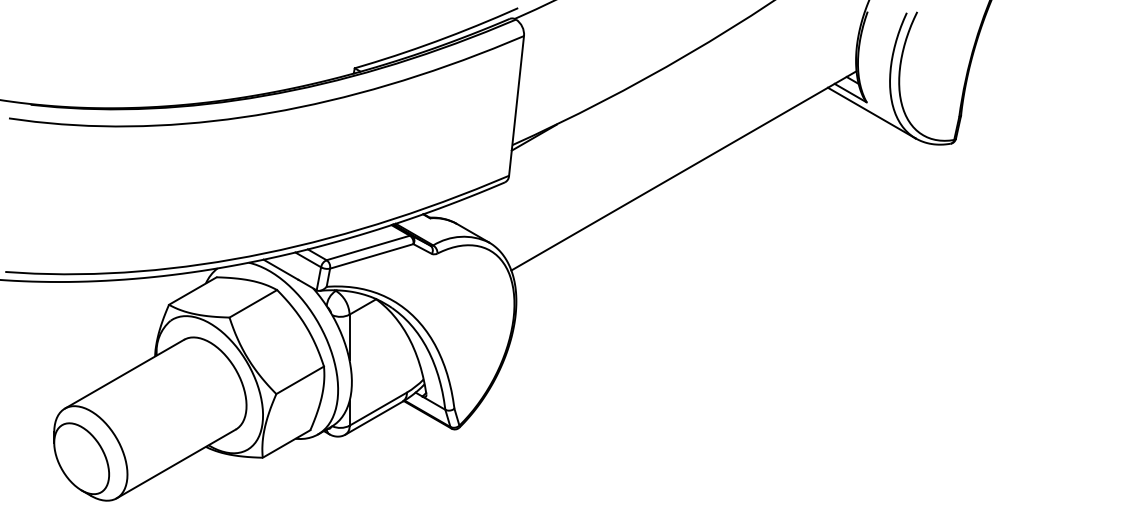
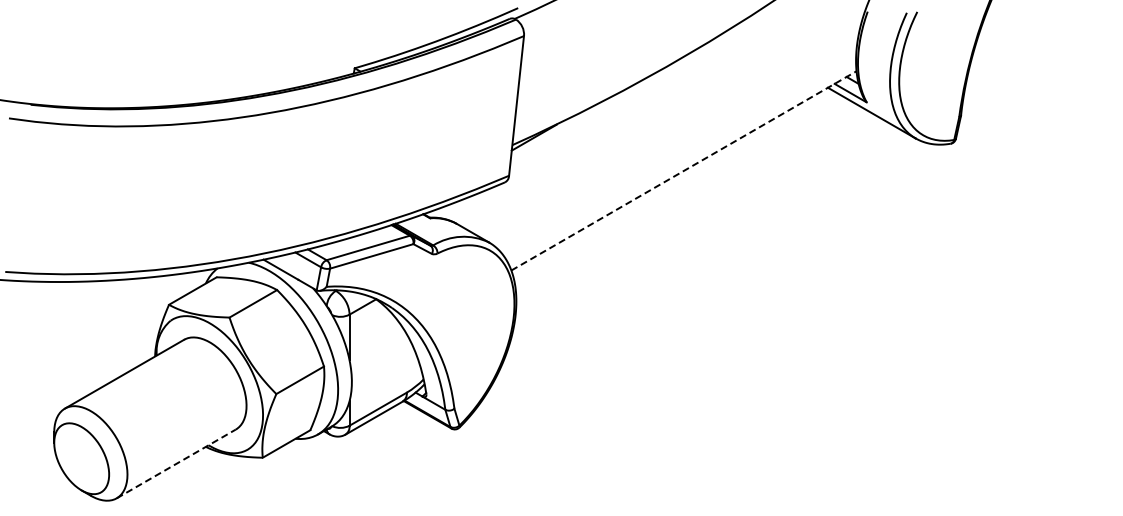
line at (684, 170): solid -> dashed
line at (176, 463): solid -> dashed
